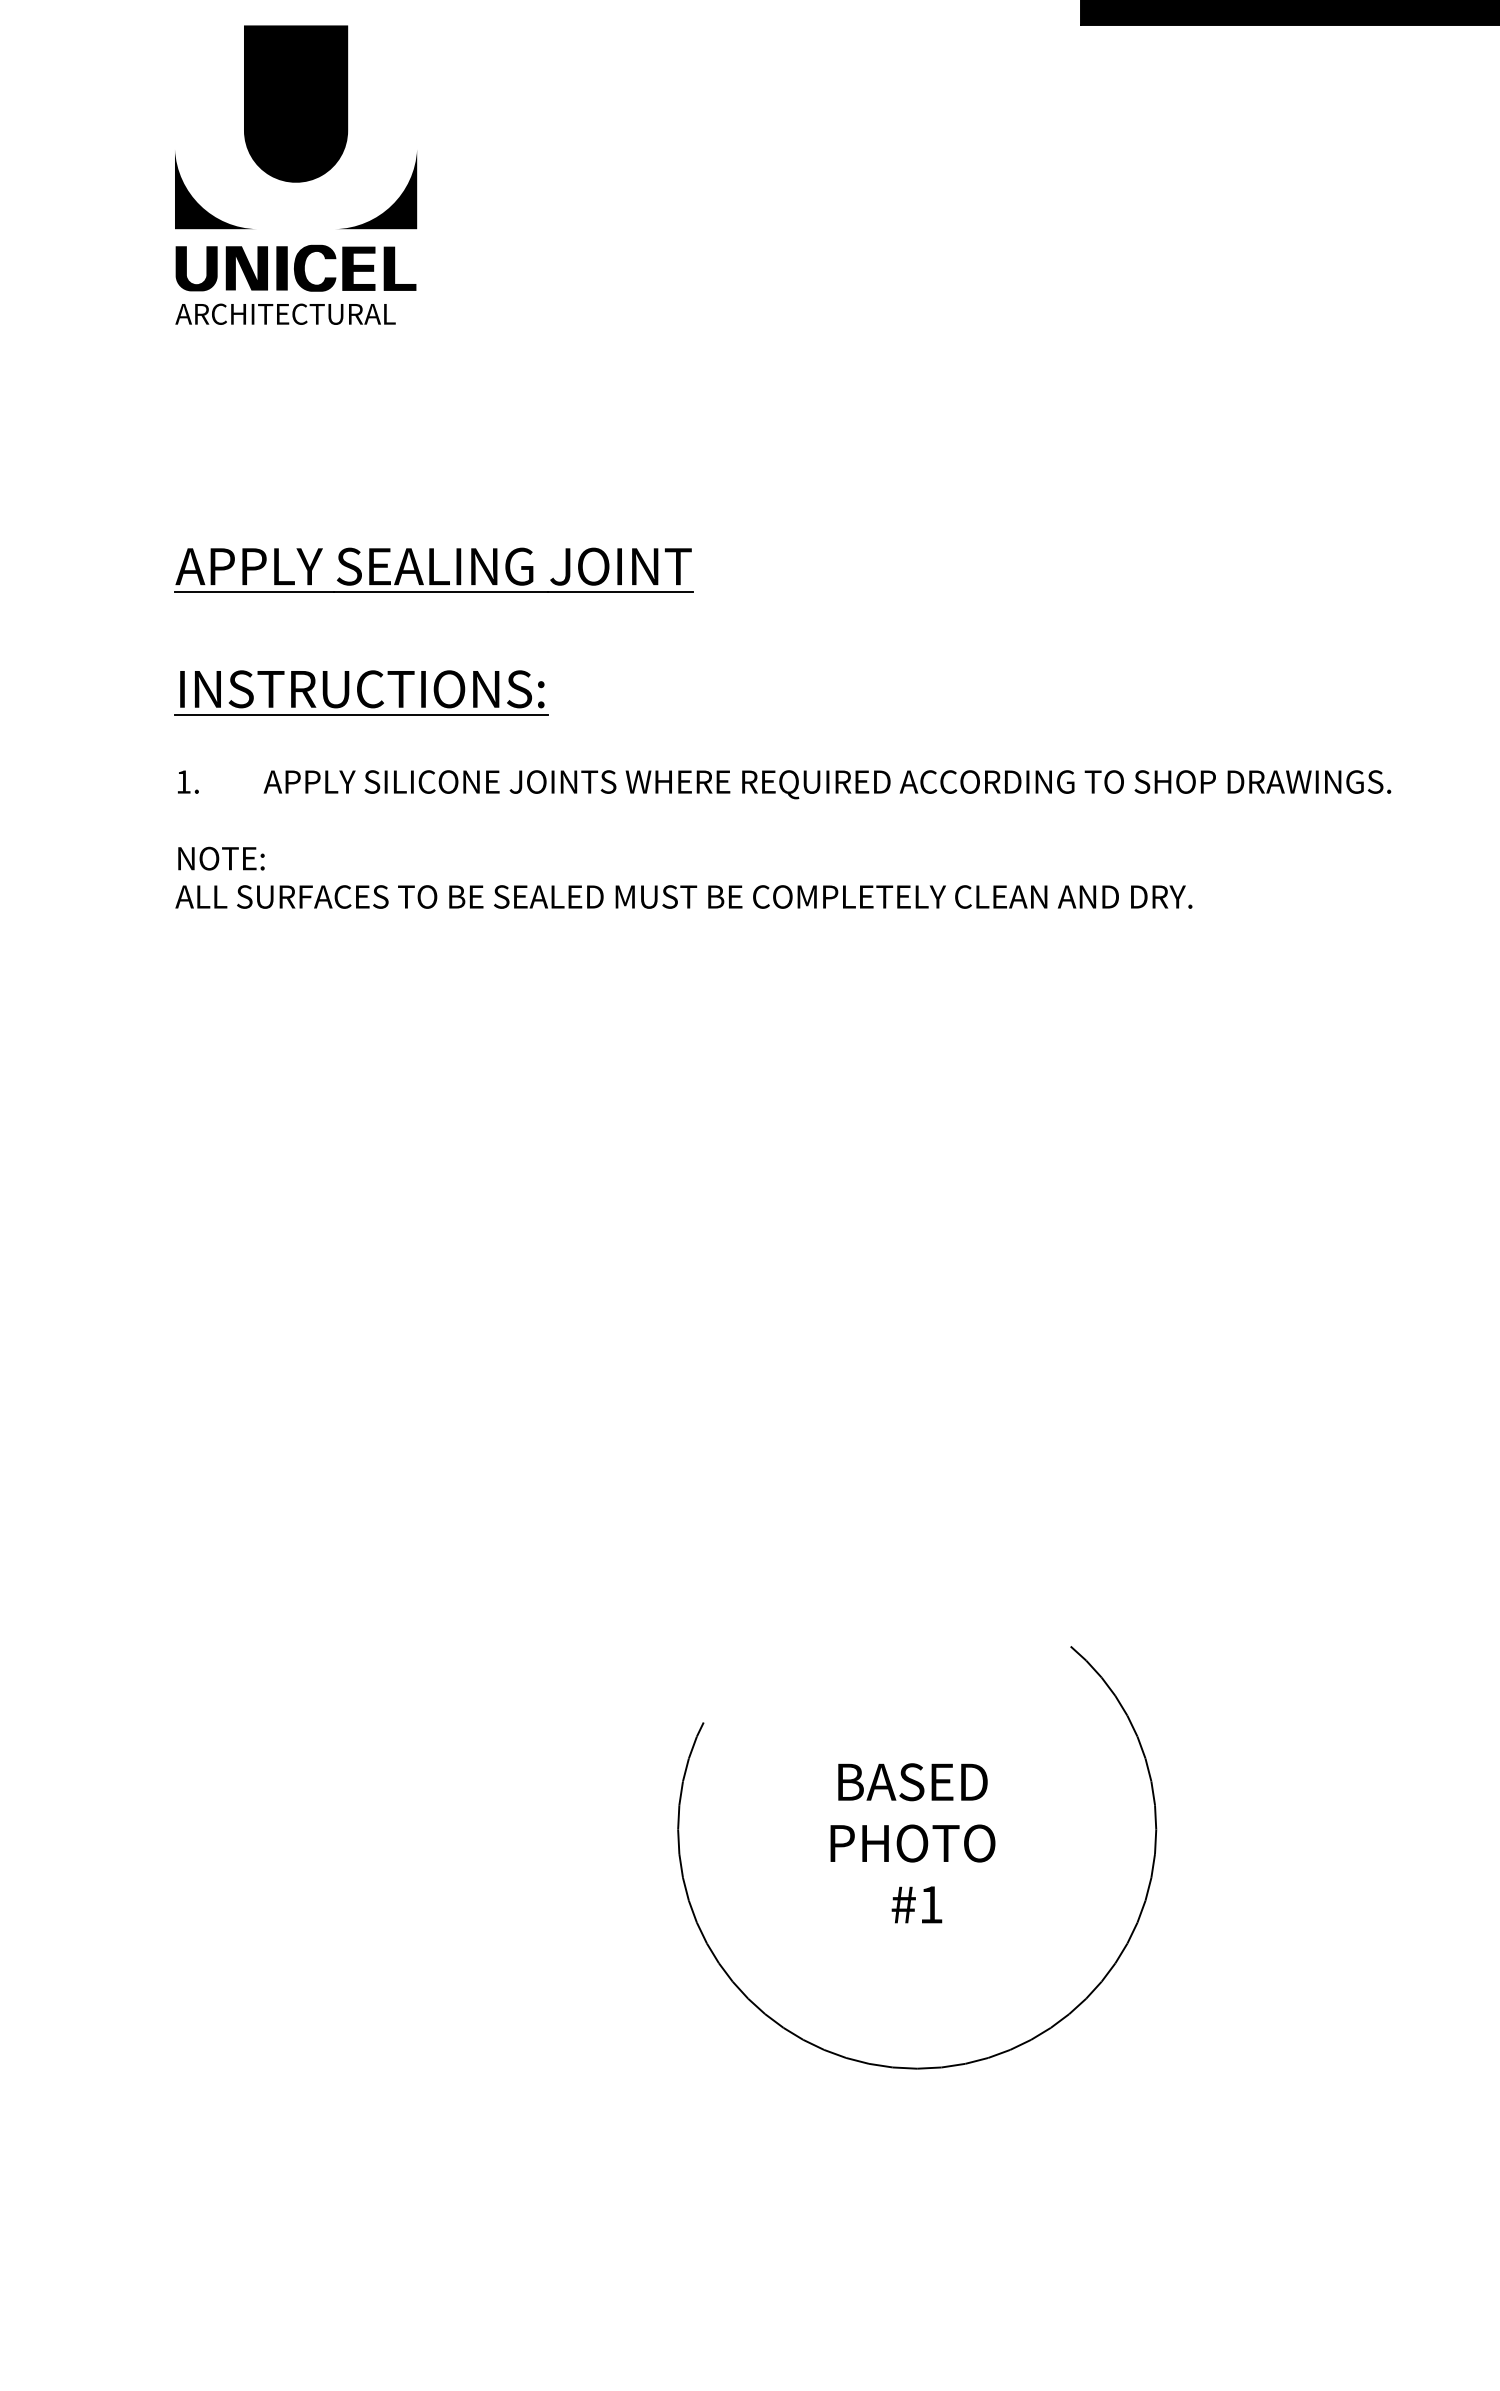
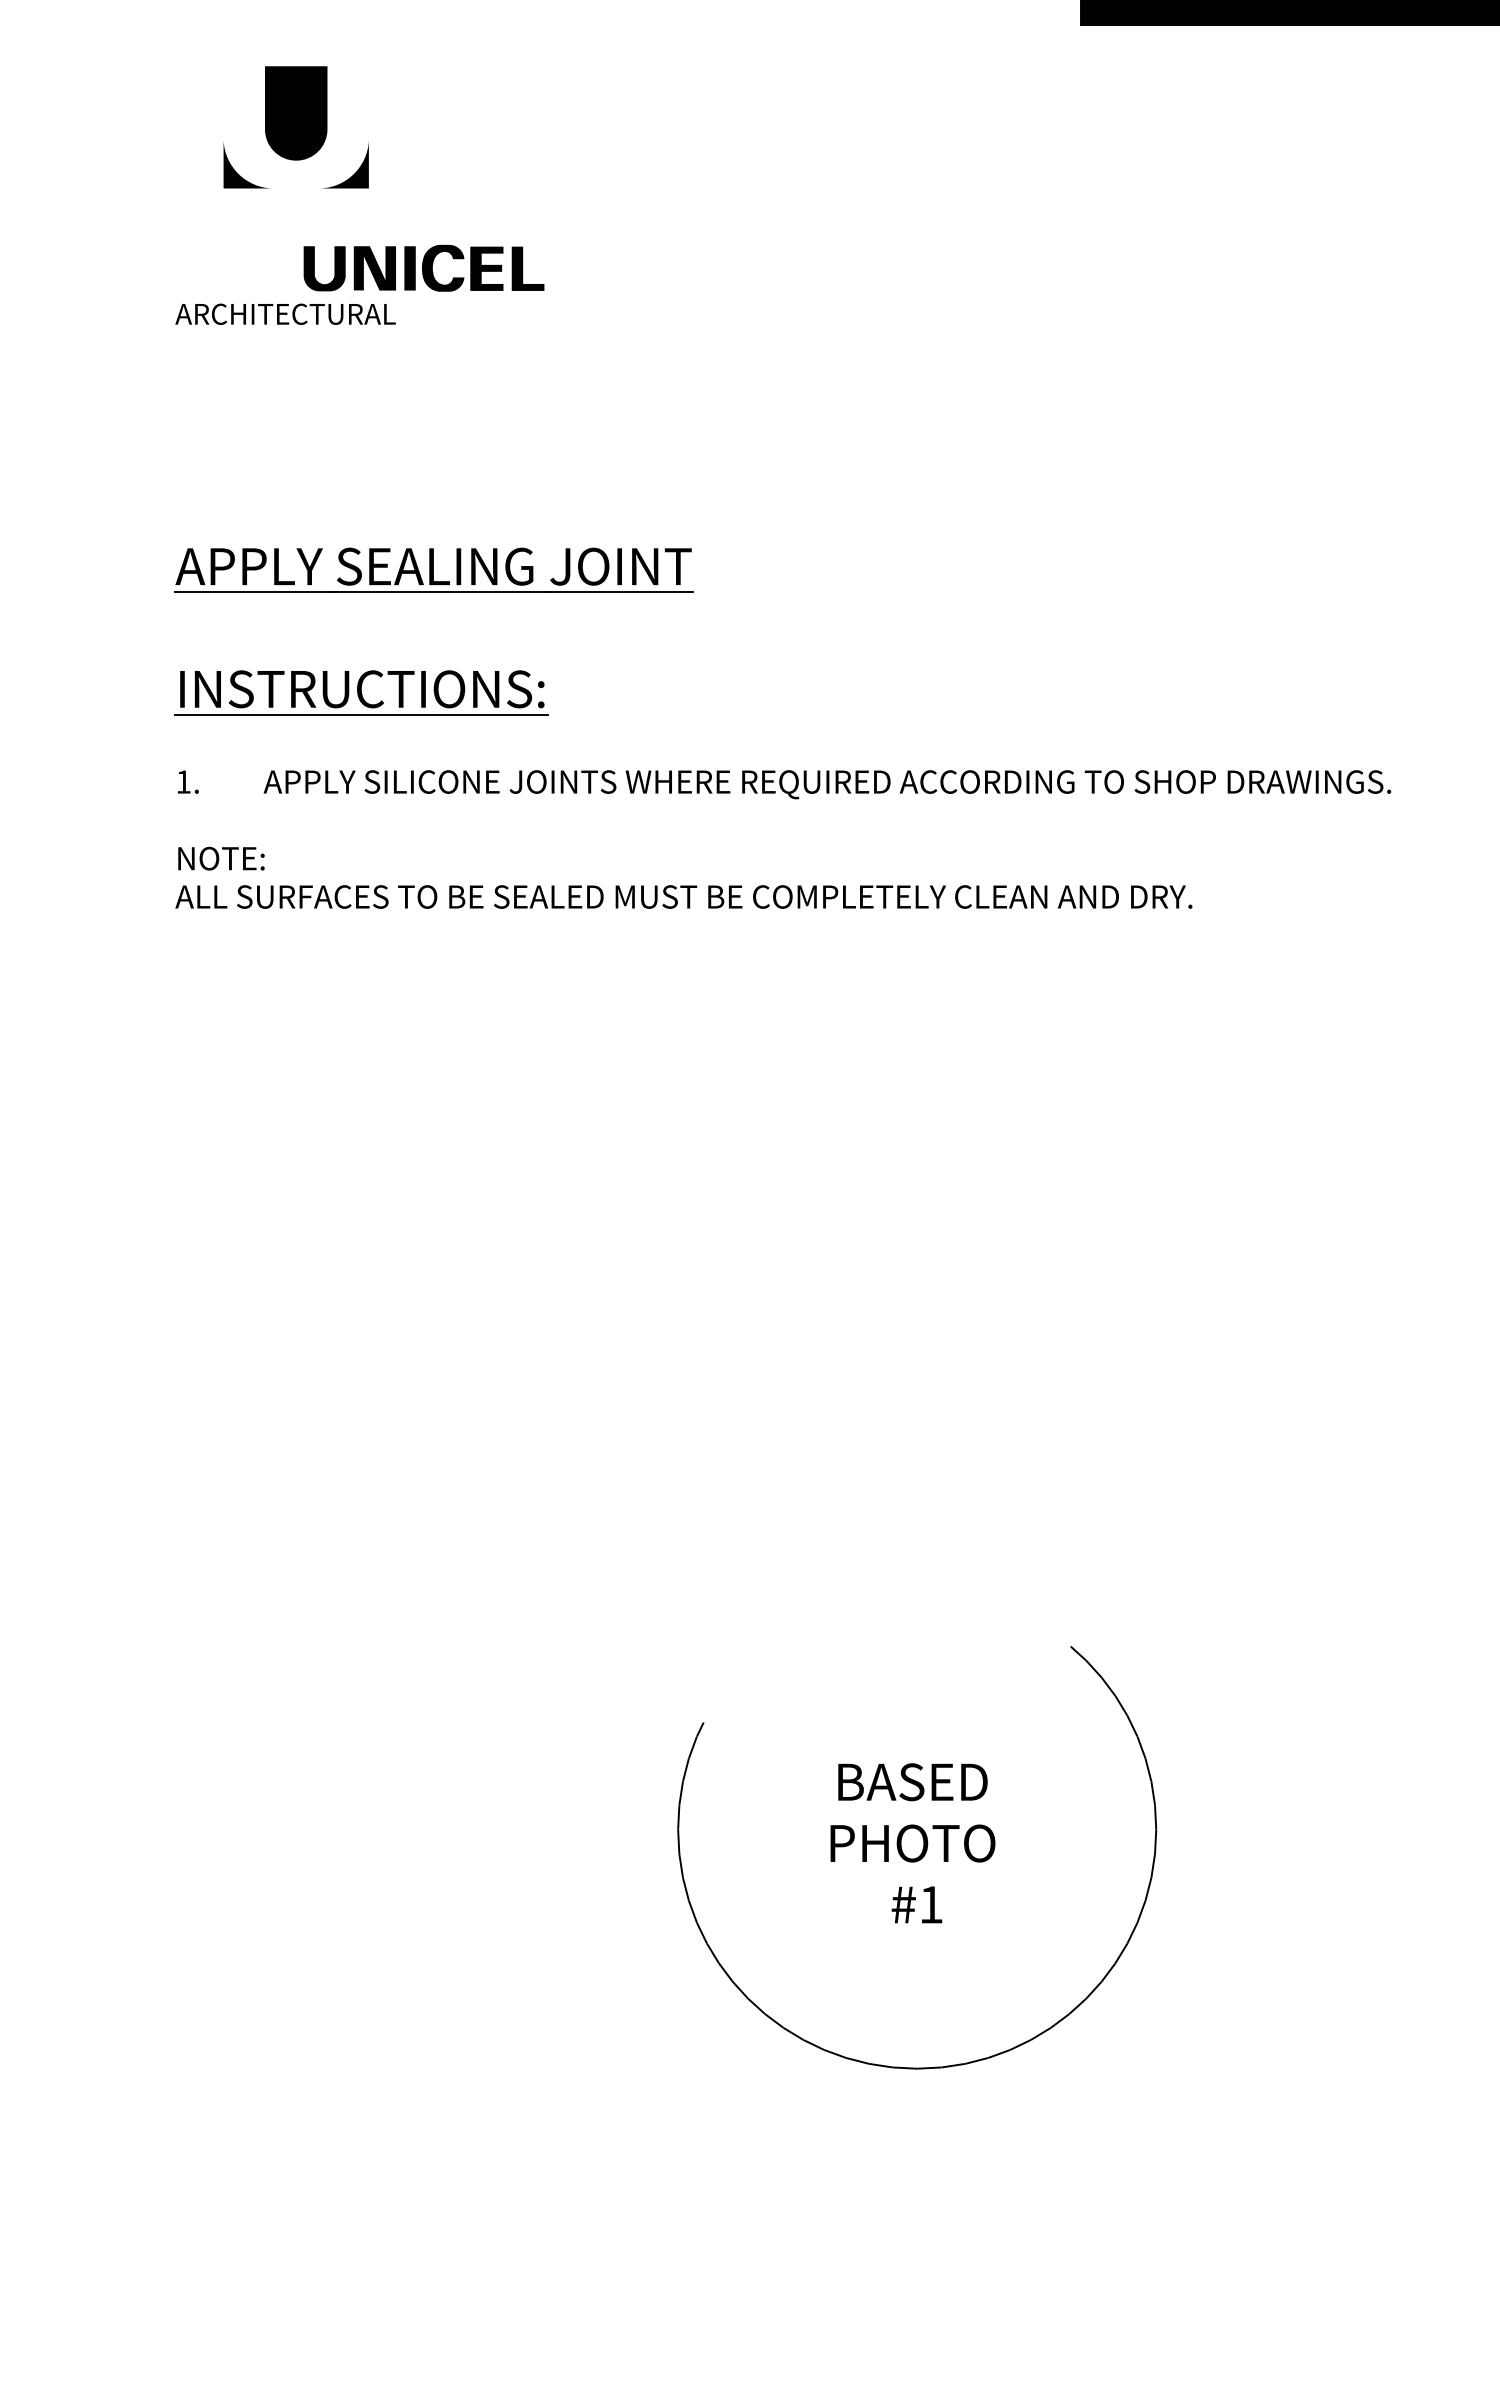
part at (296, 127) size: 243x205 px -> 146x123 px
part at (295, 267) position: (295, 267) -> (423, 267)
